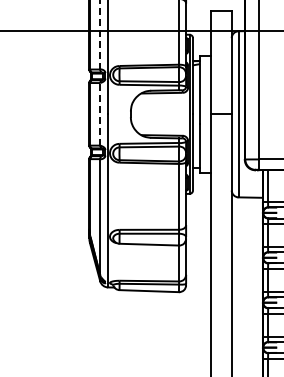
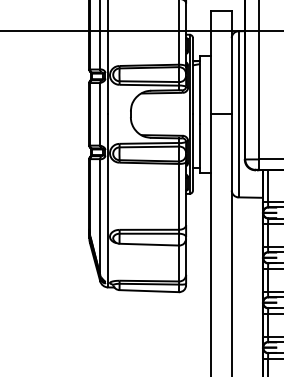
line at (100, 34): dashed -> solid
line at (100, 113): dashed -> solid
